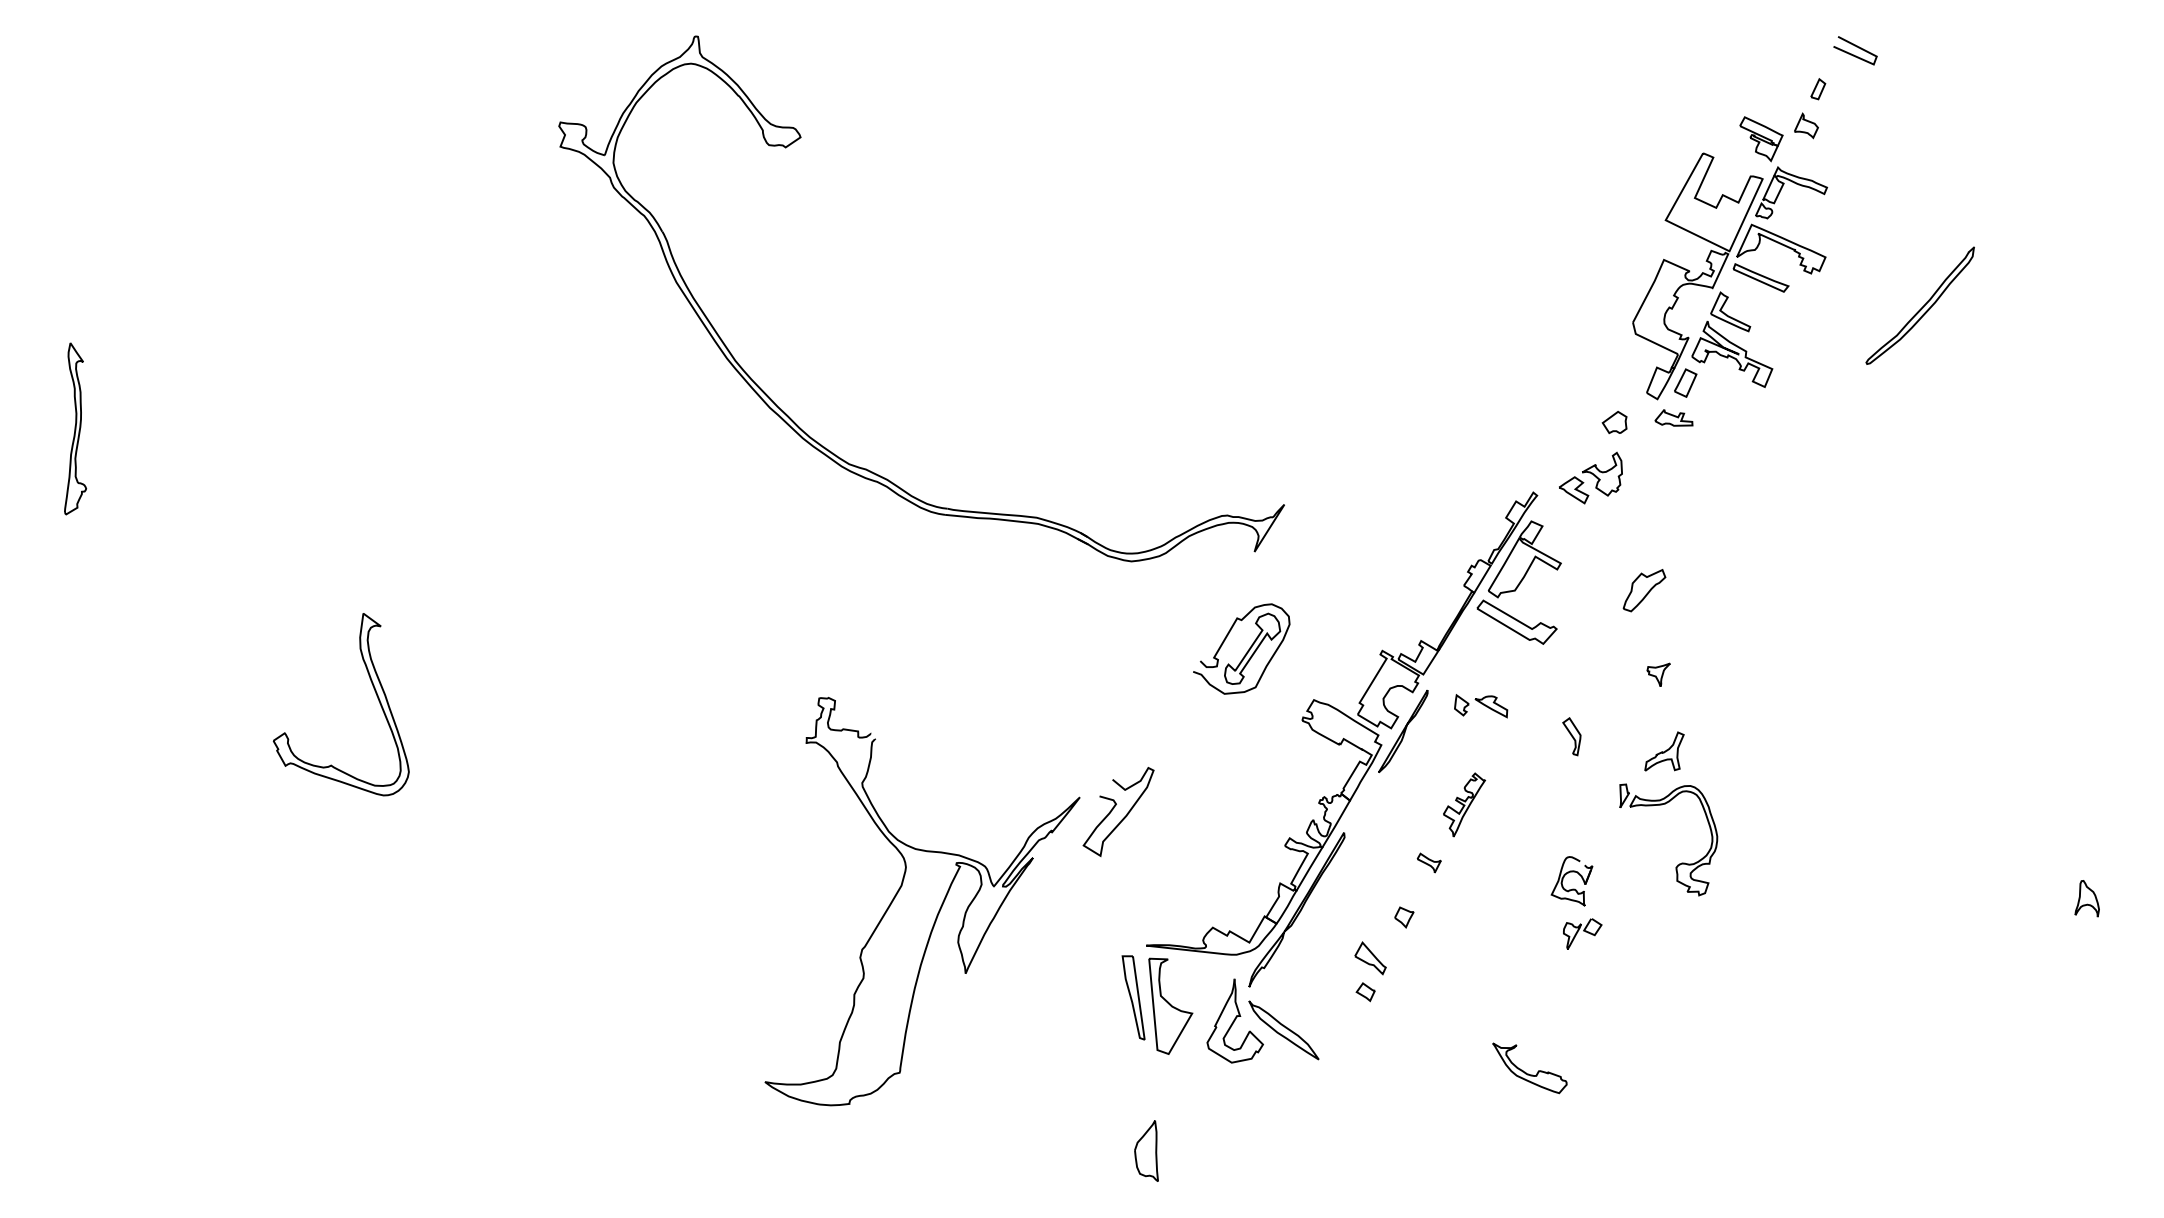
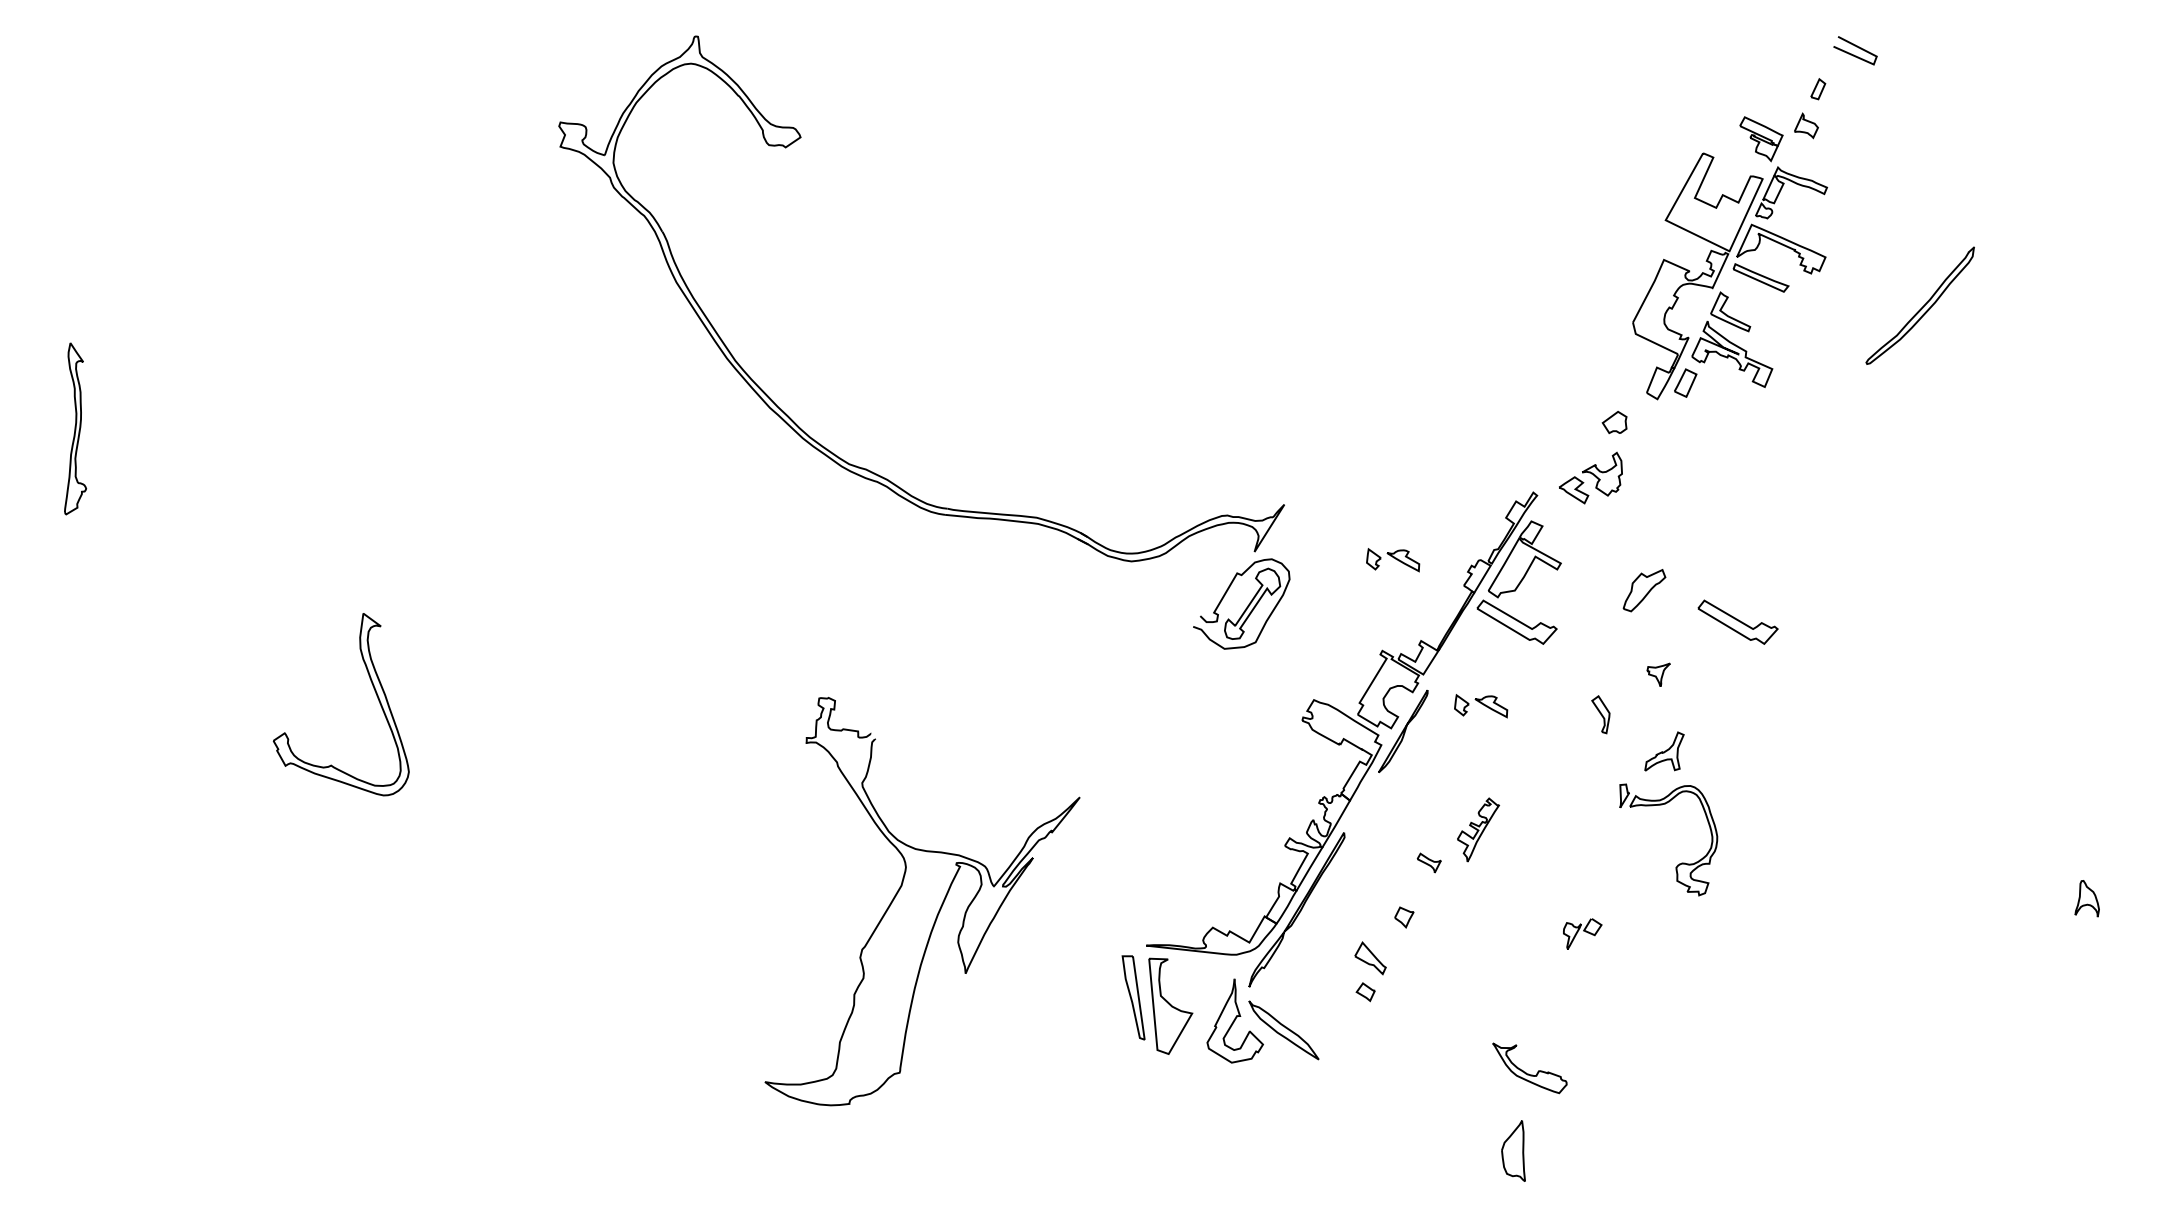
part at (1673, 417): present -> none
part at (1393, 560): none -> present
part at (1737, 621): none -> present
part at (1247, 650) position: (1247, 650) -> (1247, 605)
part at (1571, 736) position: (1571, 736) -> (1600, 714)
part at (1464, 804) position: (1464, 804) -> (1478, 829)
curve at (1114, 808): present -> none
part at (1572, 888): present -> none
part at (1146, 1150) position: (1146, 1150) -> (1513, 1150)
